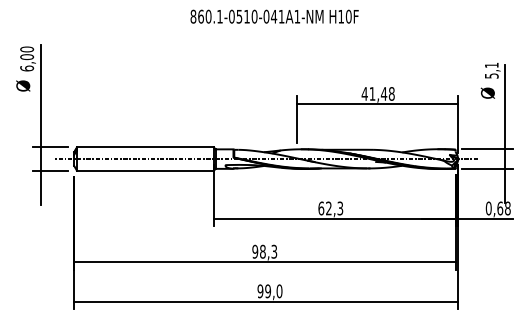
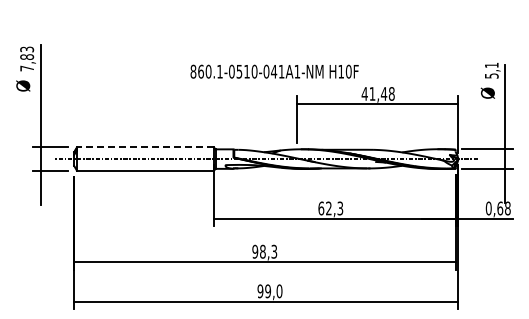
text at (274, 16) position: (274, 16) -> (274, 71)
text at (27, 58): 6,00 -> 7,83
line at (144, 147): solid -> dashed
